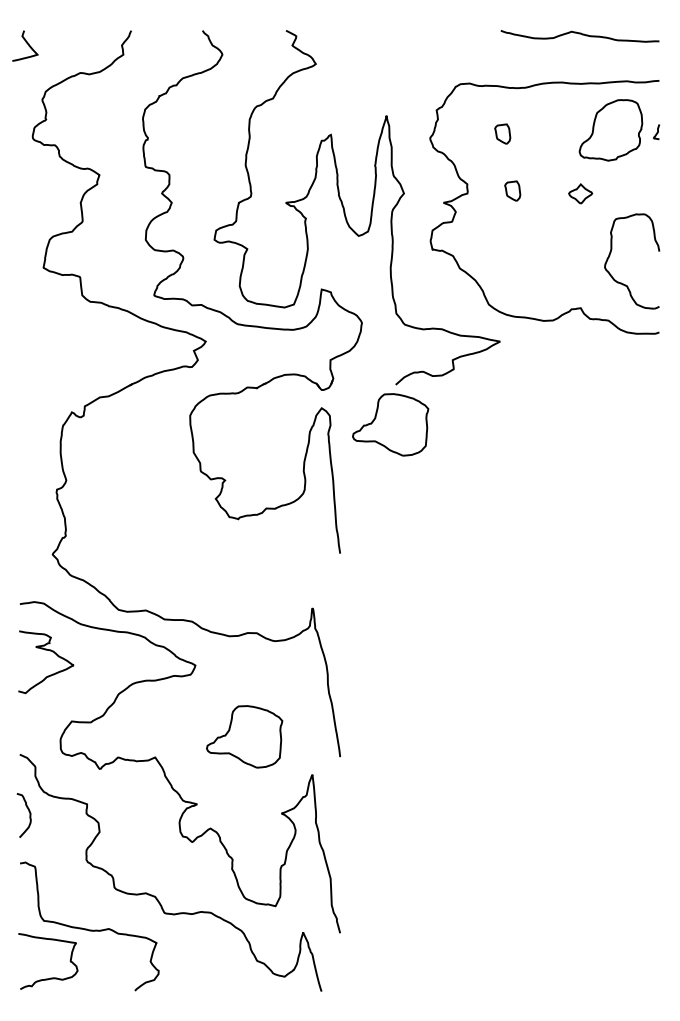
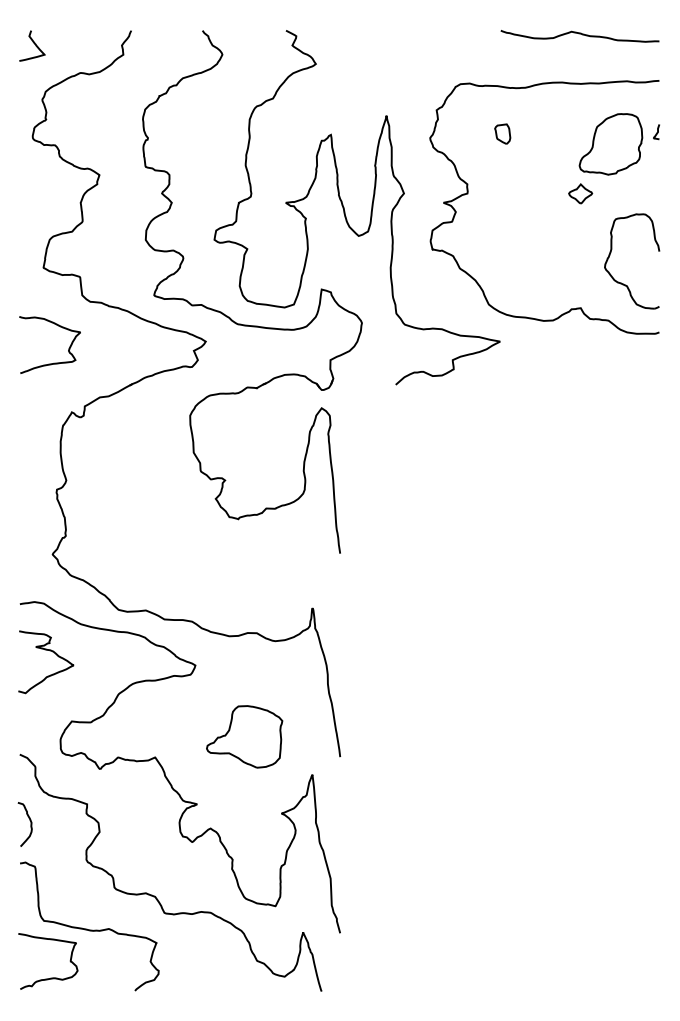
curve at (26, 43) position: (26, 43) -> (33, 43)
part at (610, 130) position: (610, 130) -> (610, 144)
part at (512, 190): present -> none
curve at (54, 362): none -> present
part at (390, 424): present -> none
curve at (29, 815) position: (29, 815) -> (30, 824)
